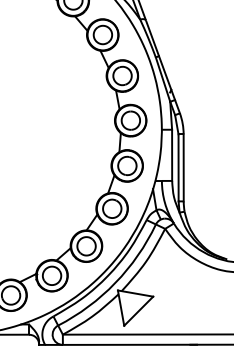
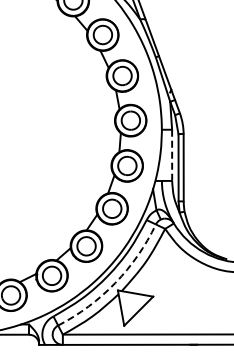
line at (172, 155): solid -> dashed
arc at (115, 283): solid -> dashed
